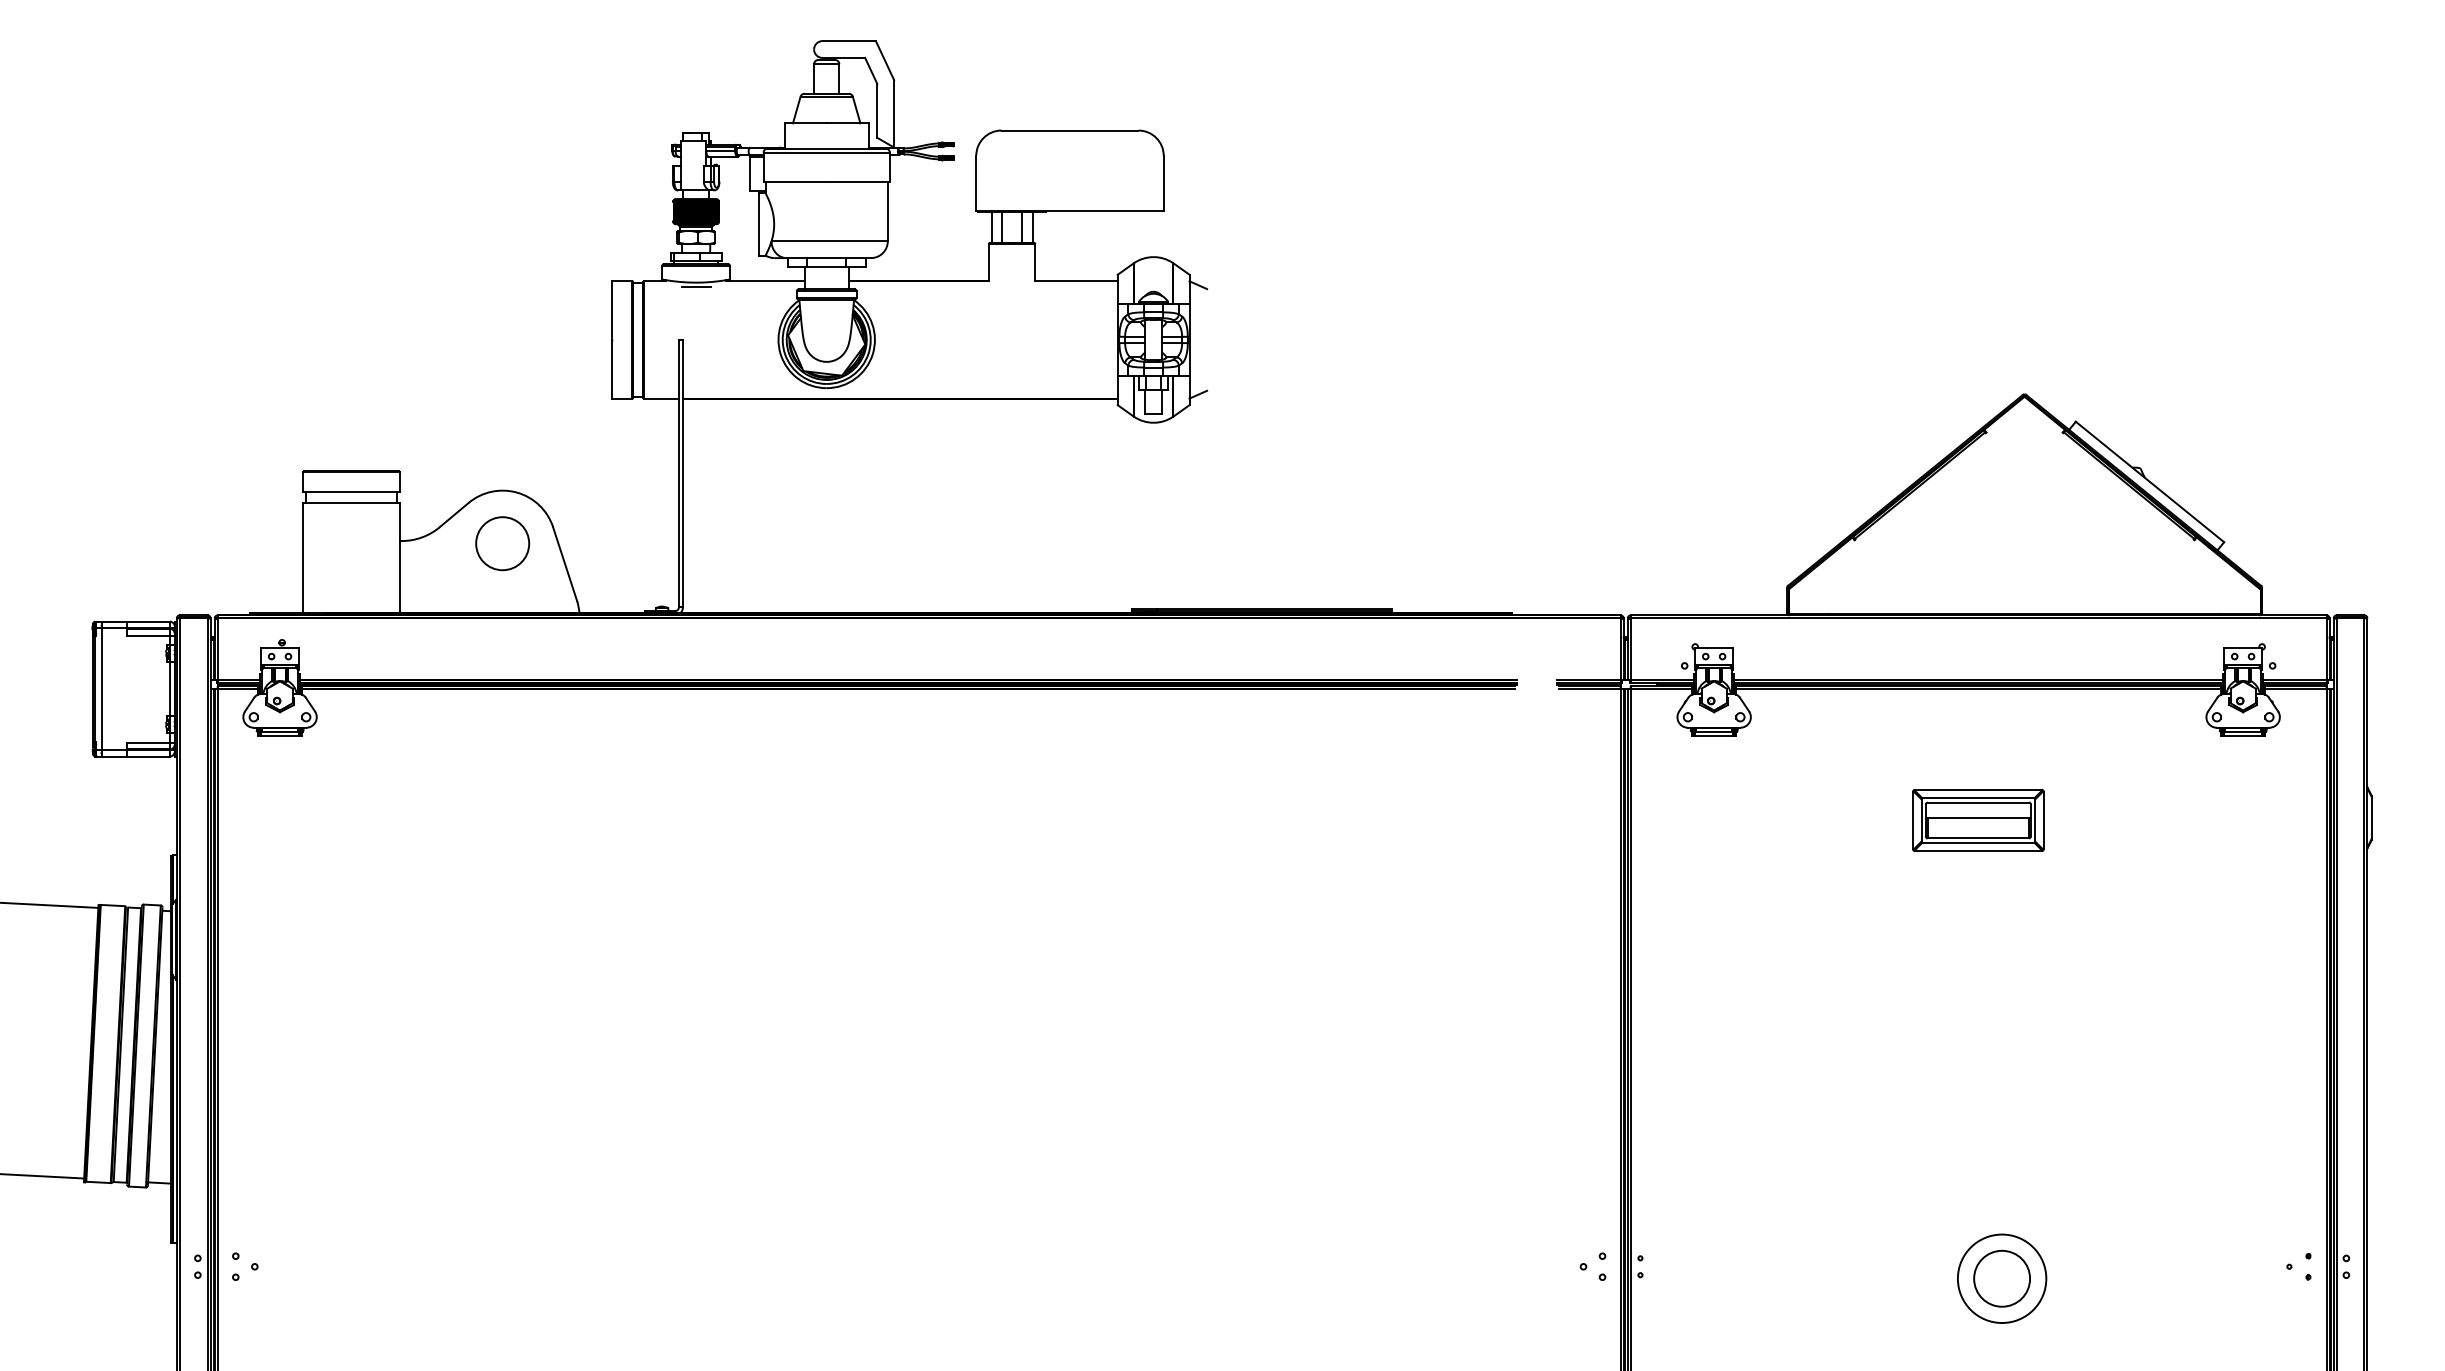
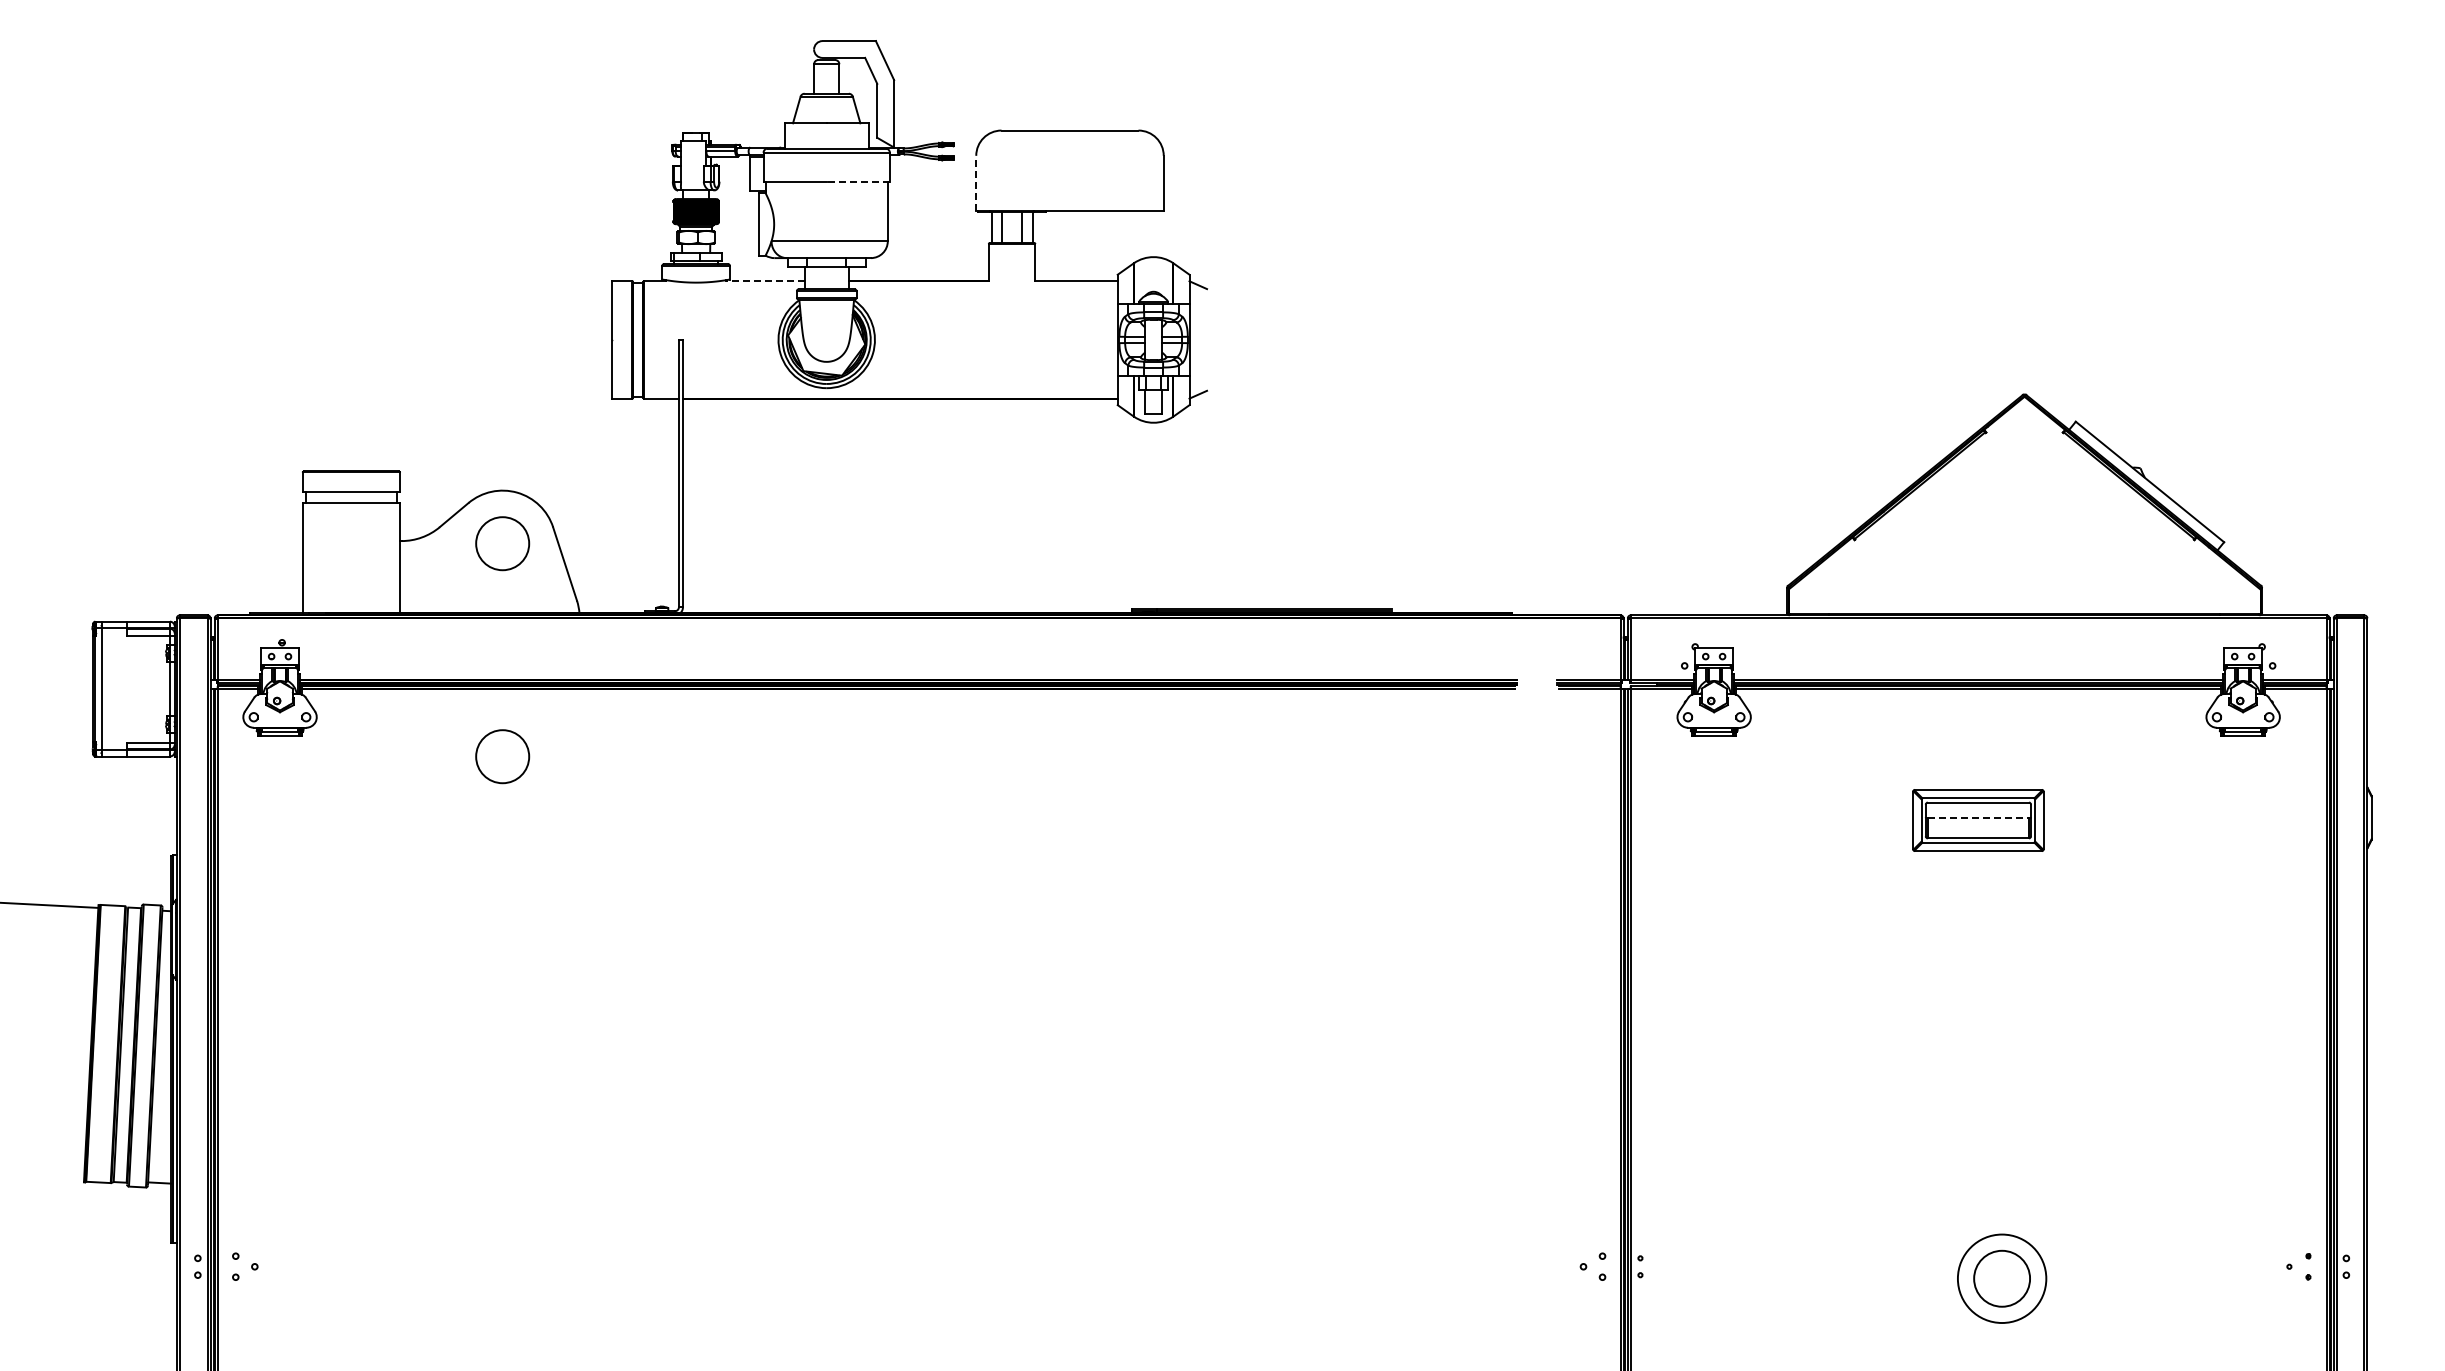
line at (858, 182): solid -> dashed
line at (976, 182): solid -> dashed
line at (764, 280): solid -> dashed
line at (695, 287): present -> none
circle at (502, 756): none -> present
line at (1978, 818): solid -> dashed
line at (43, 1176): present -> none
